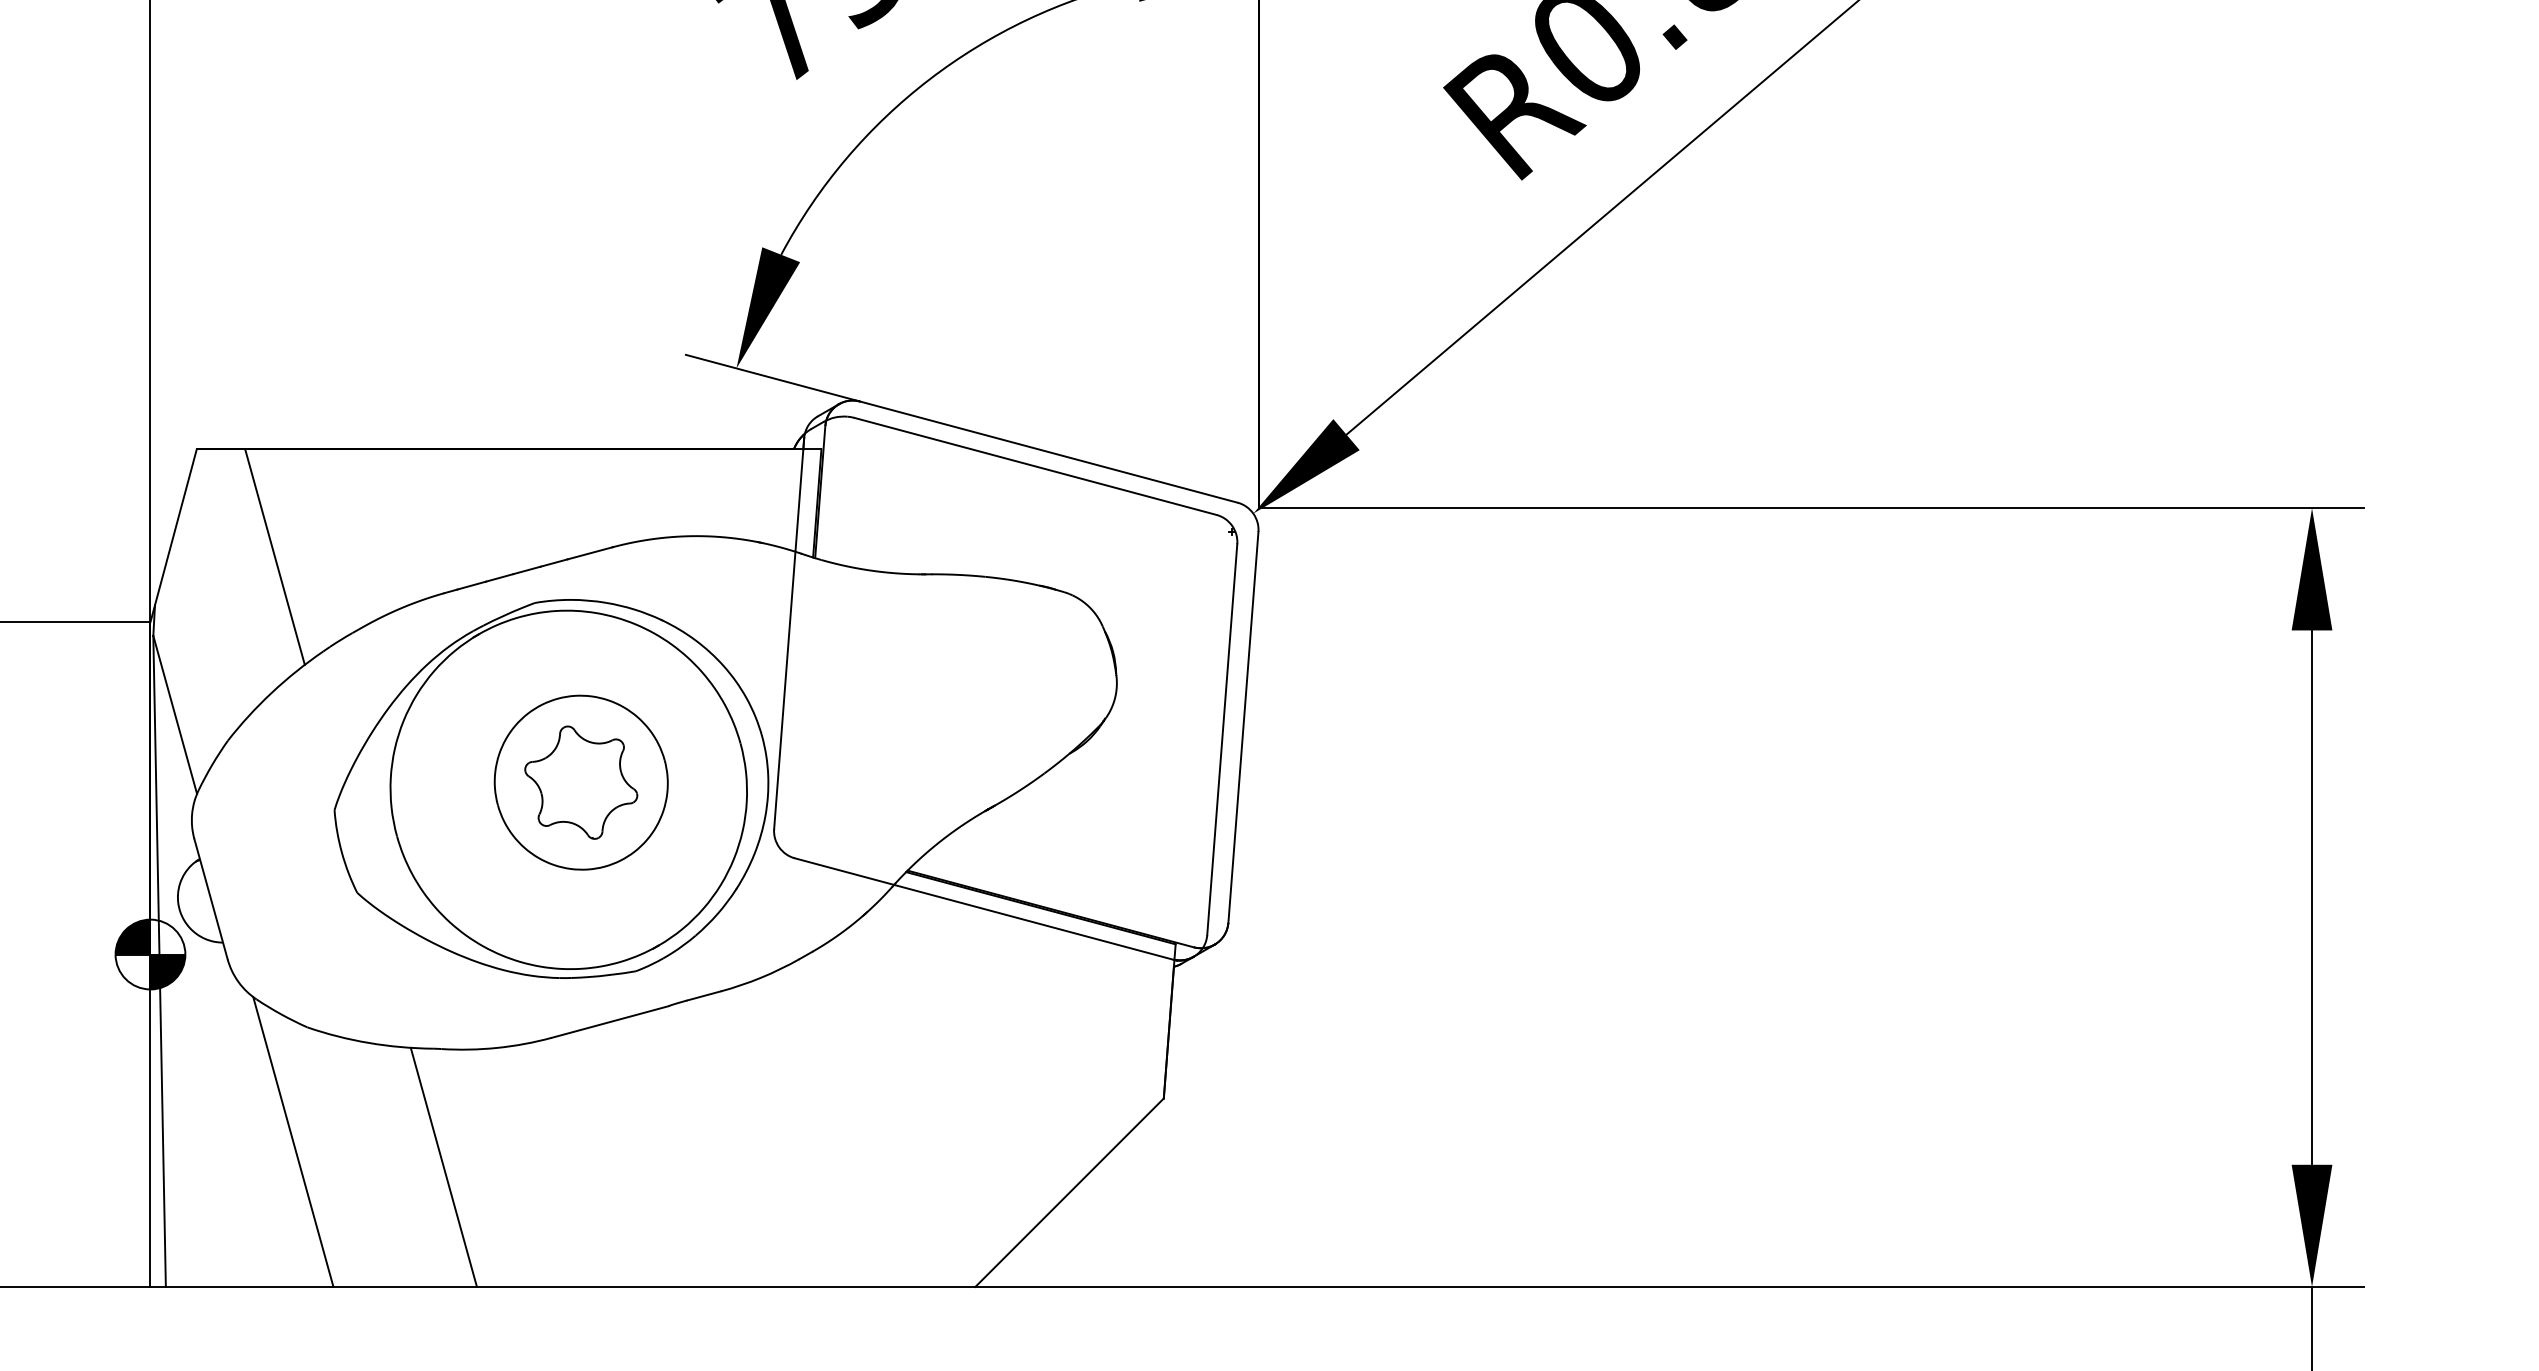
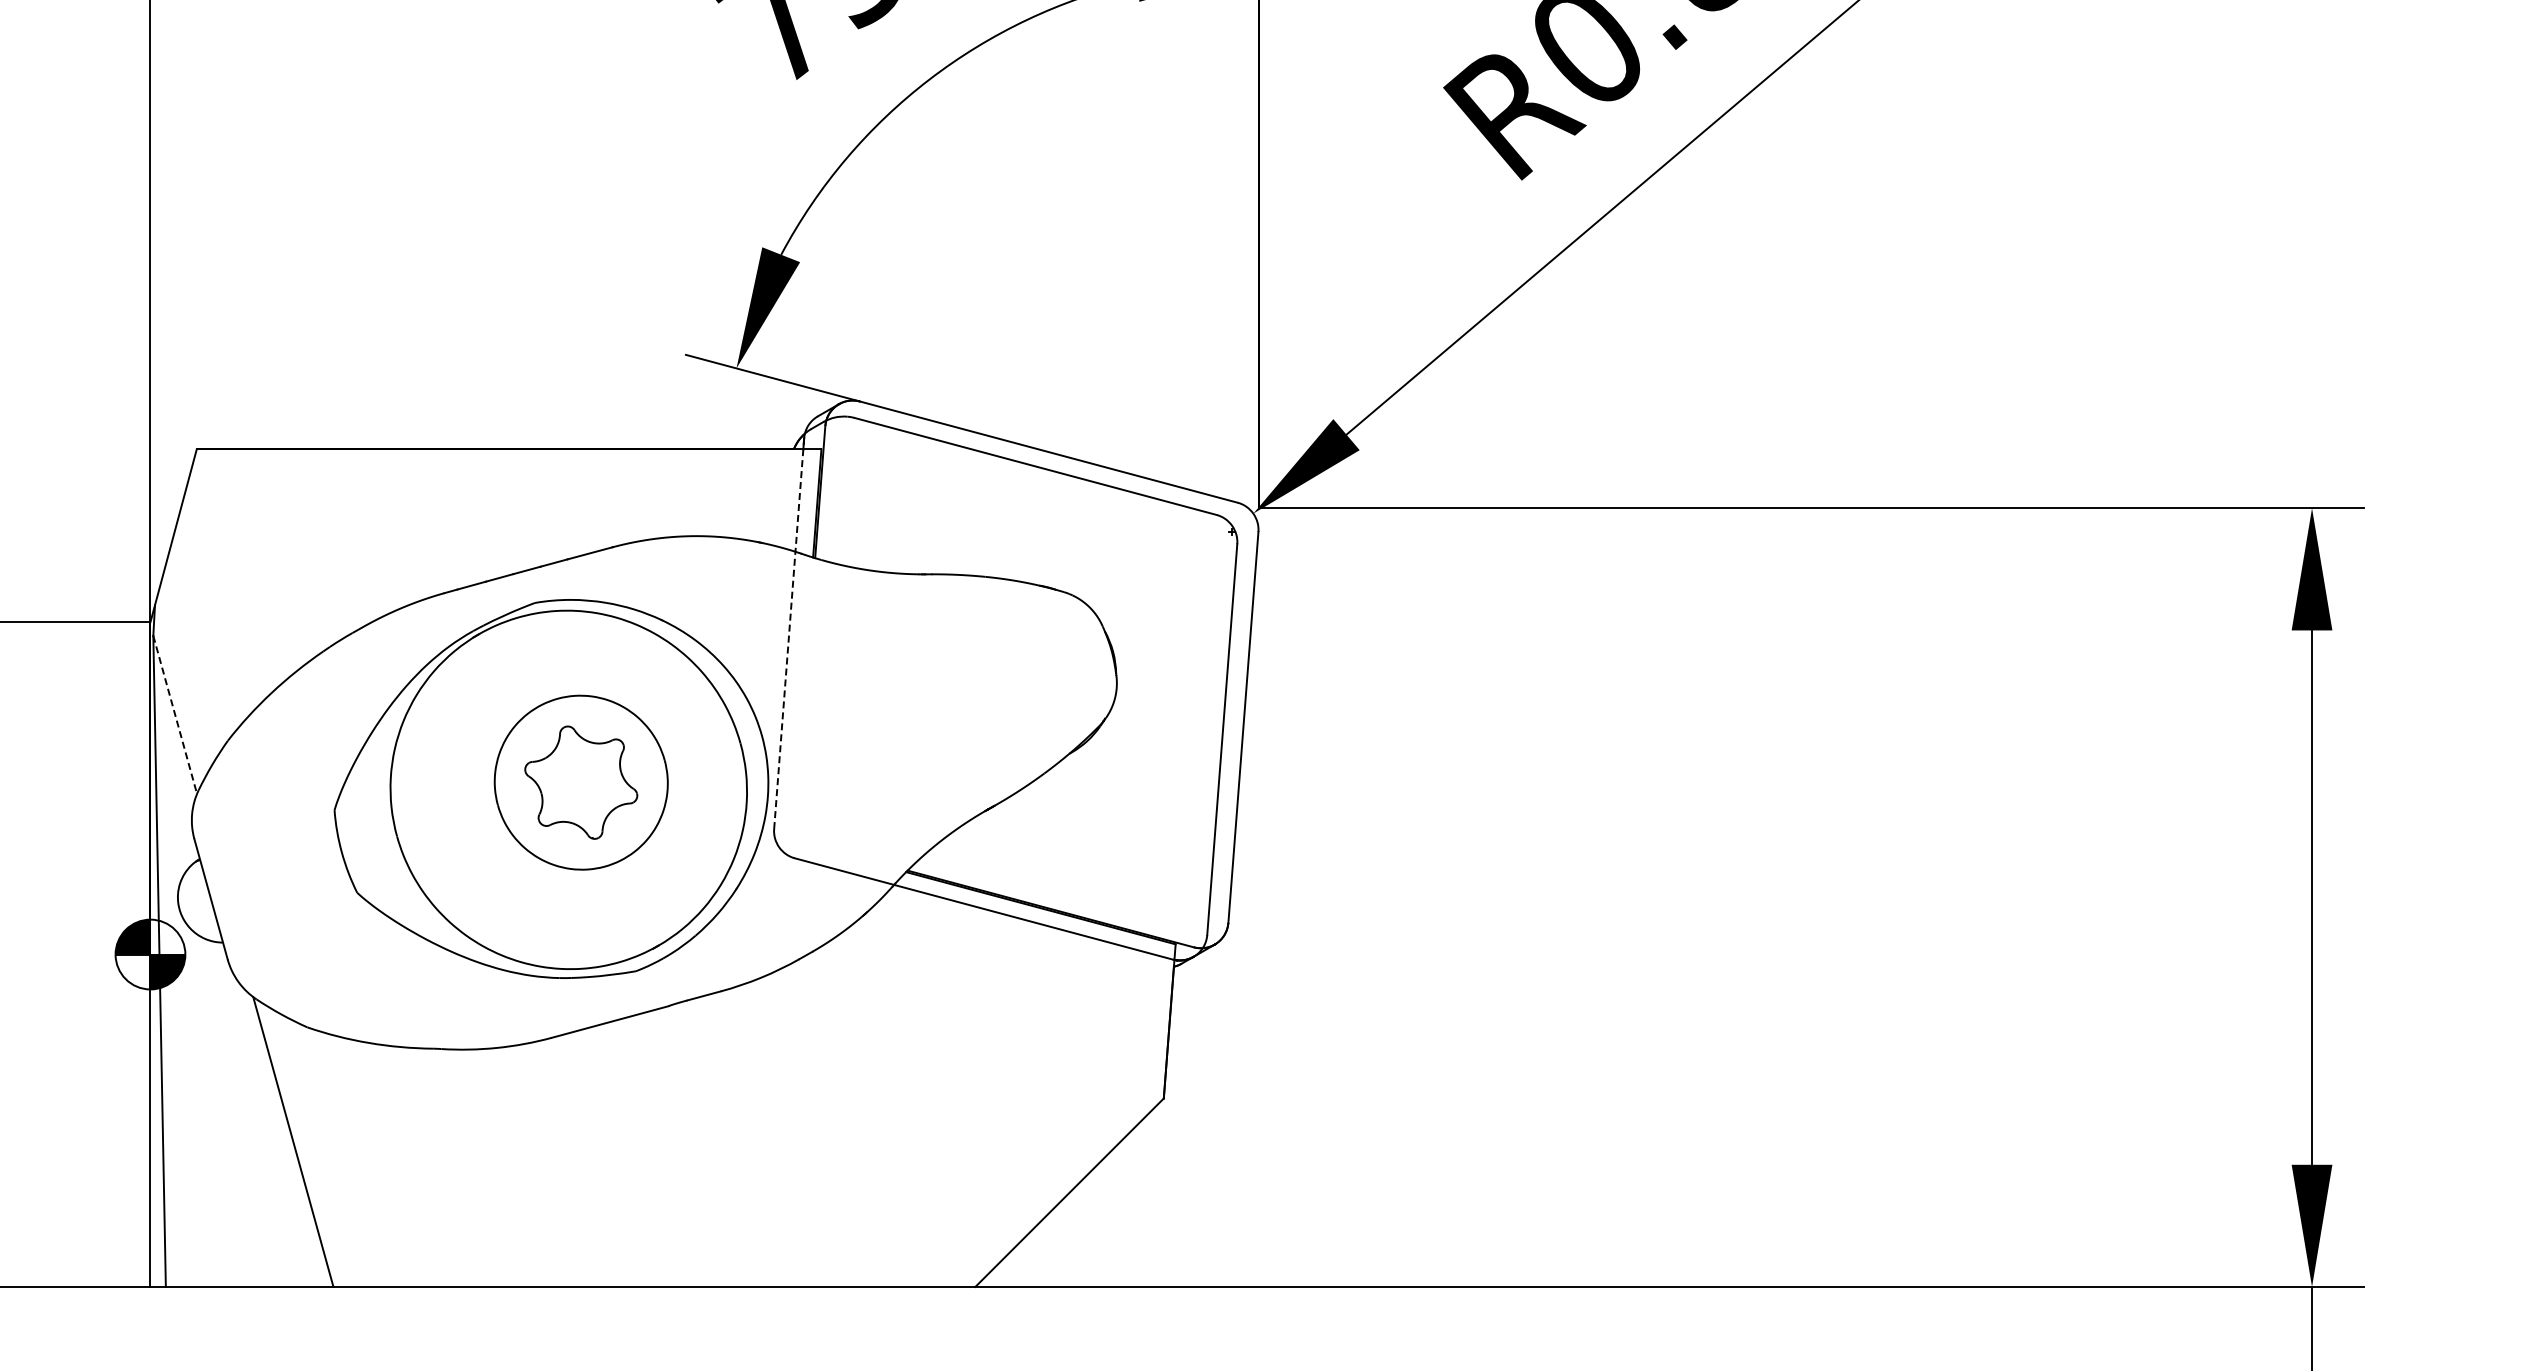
line at (274, 556): present -> none
line at (789, 633): solid -> dashed
line at (175, 714): solid -> dashed
line at (443, 1166): present -> none
